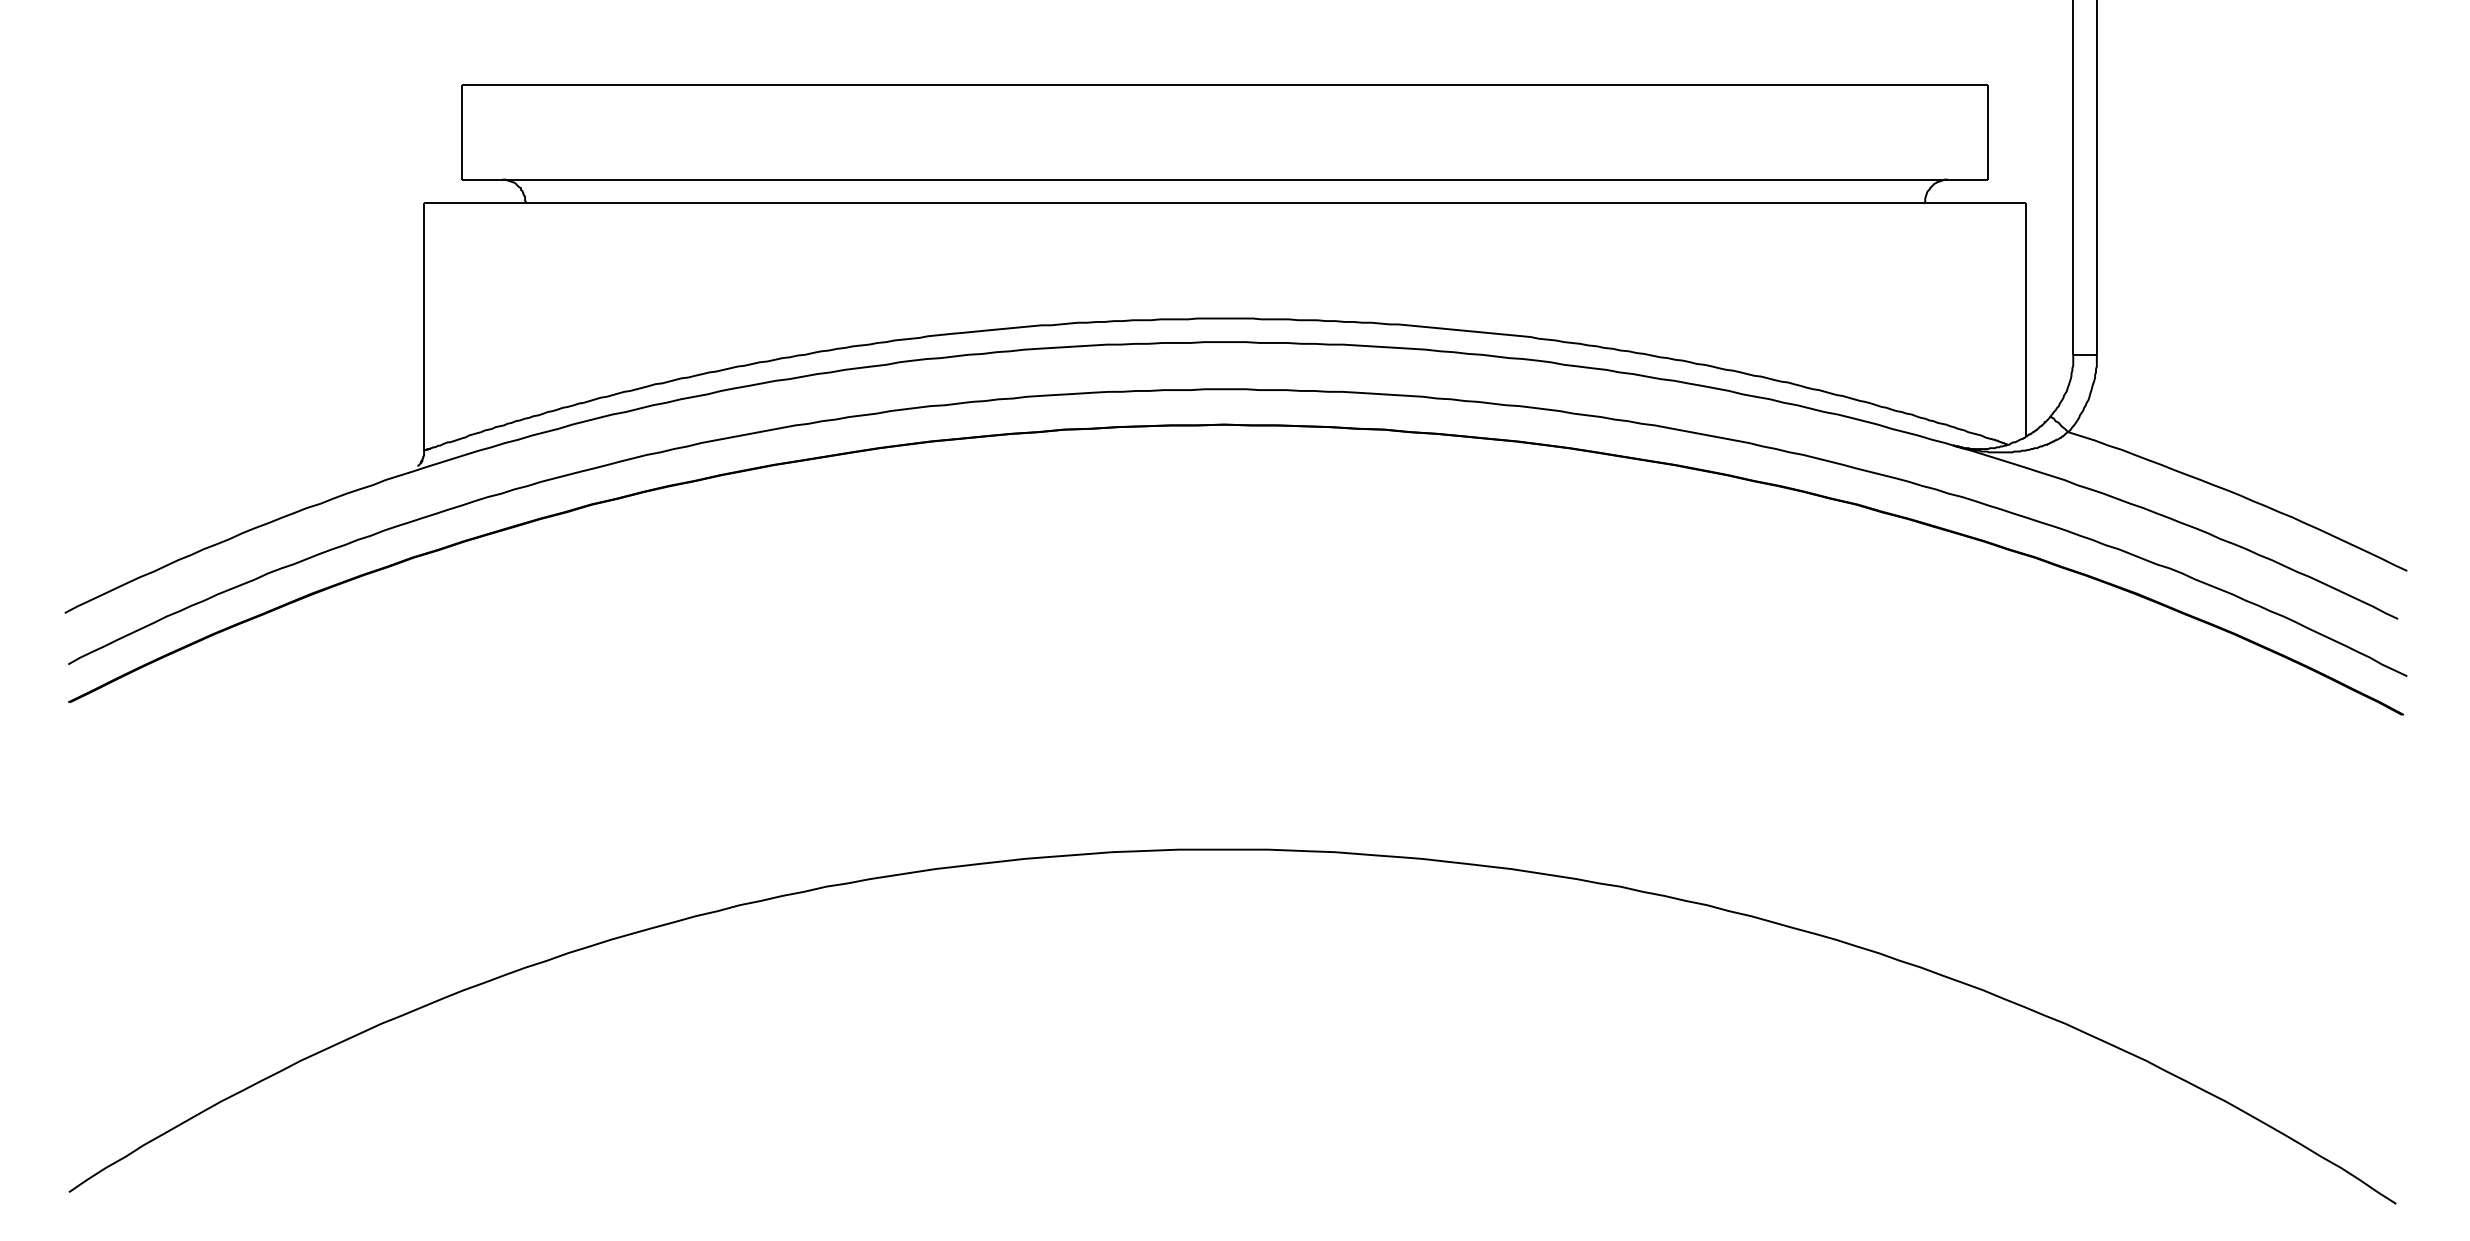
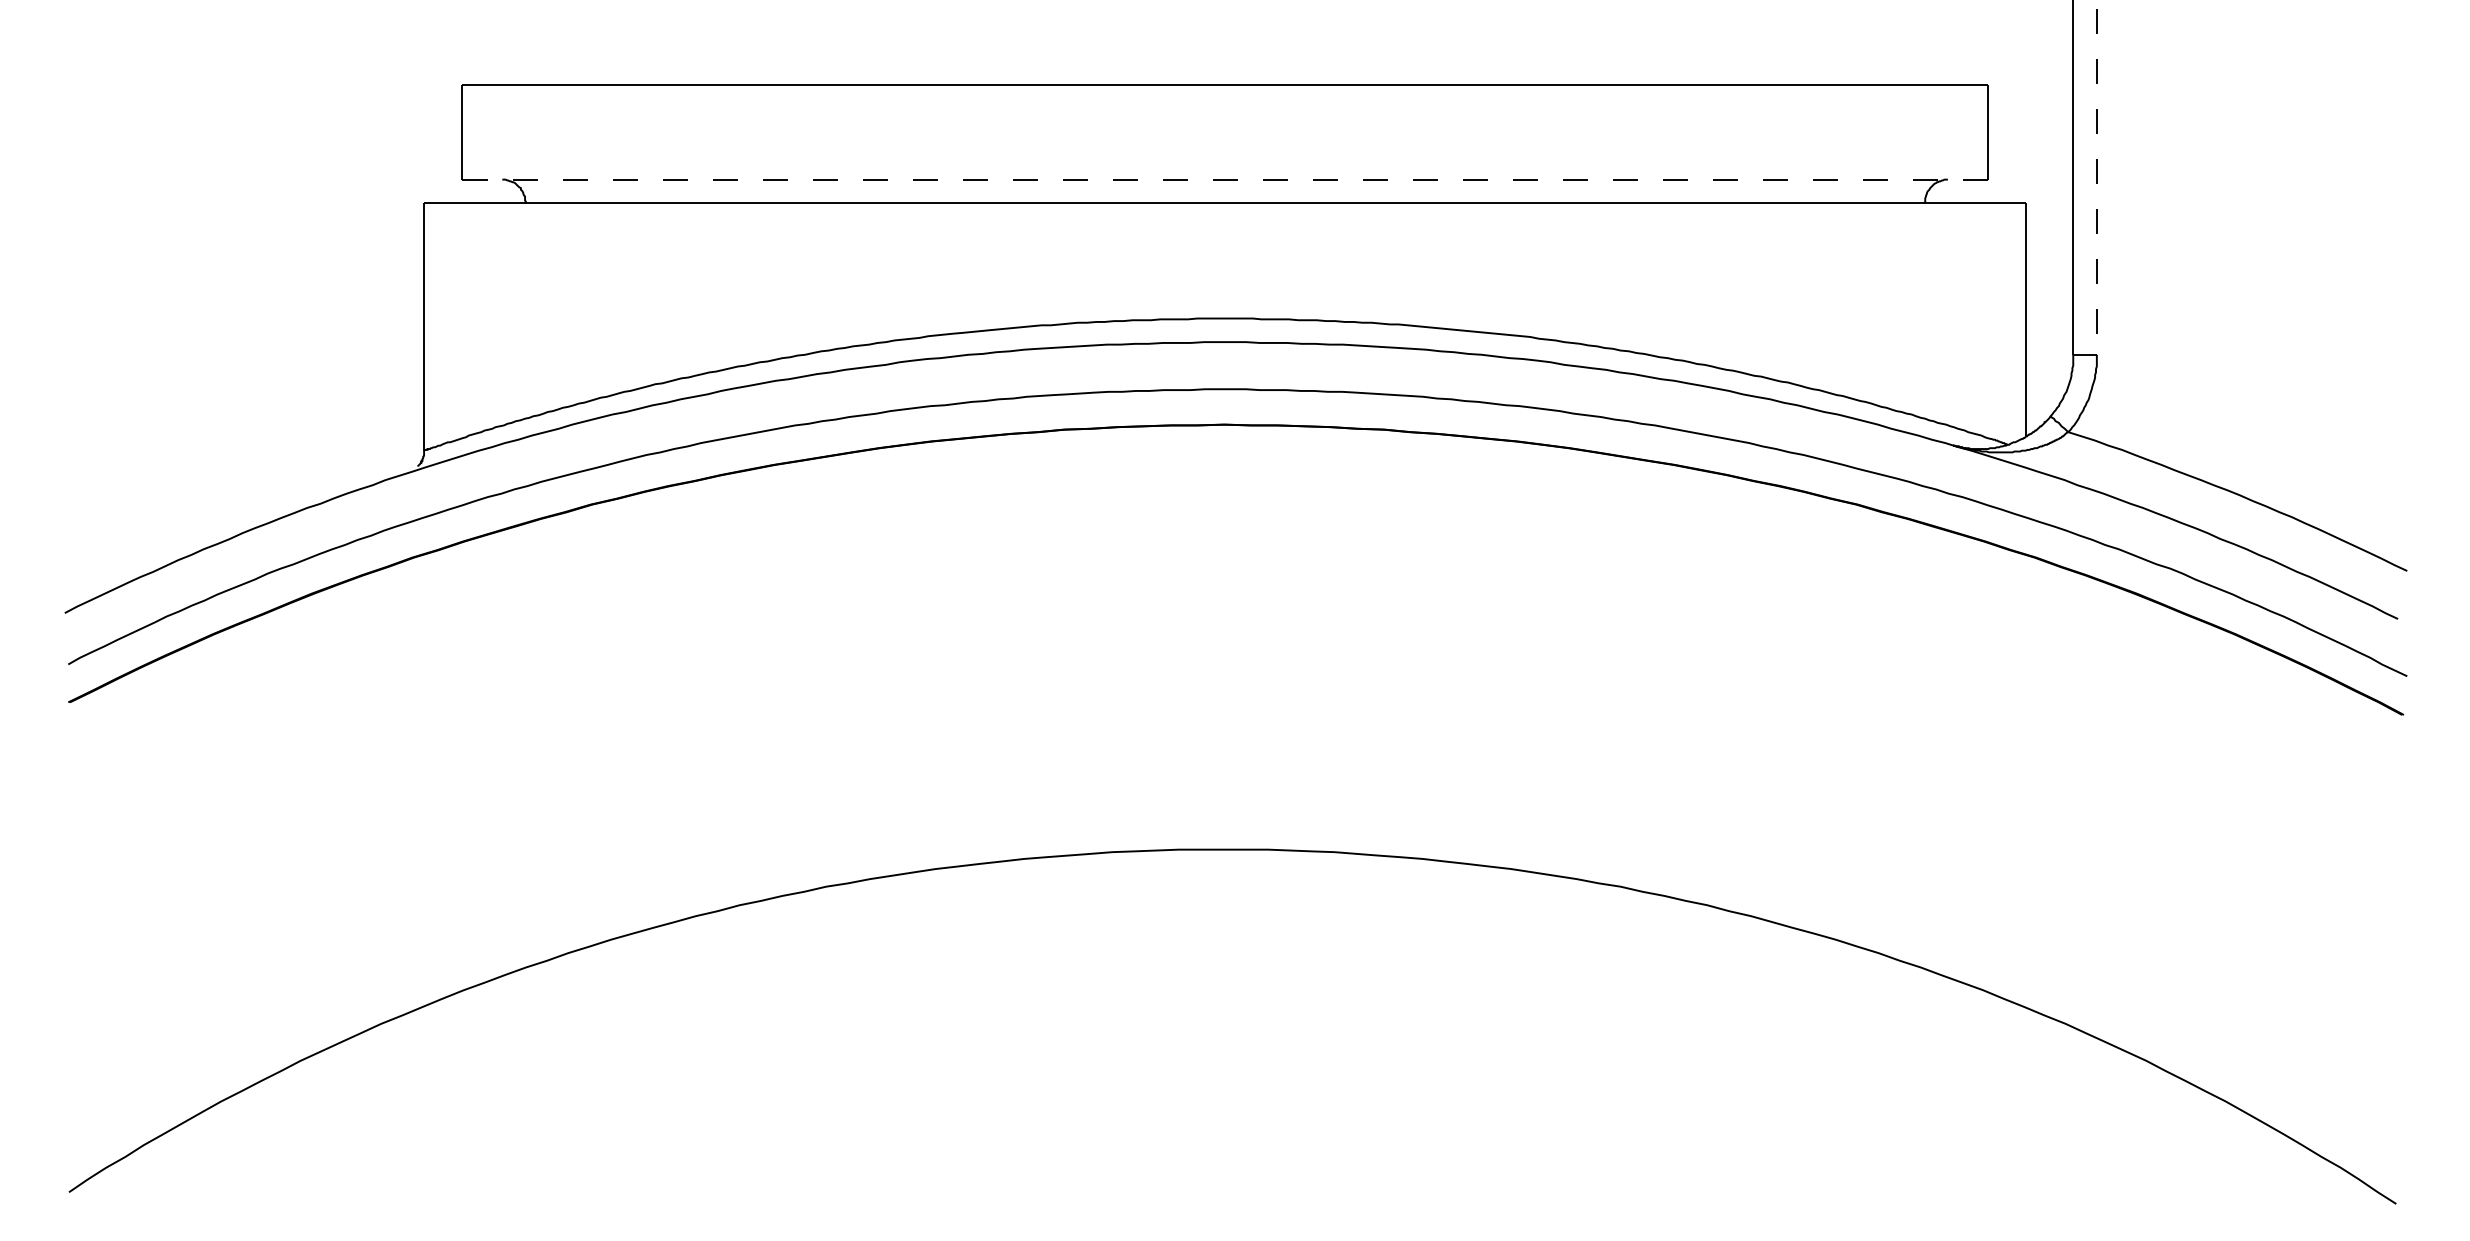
line at (2096, 177): solid -> dashed
line at (1233, 179): solid -> dashed
